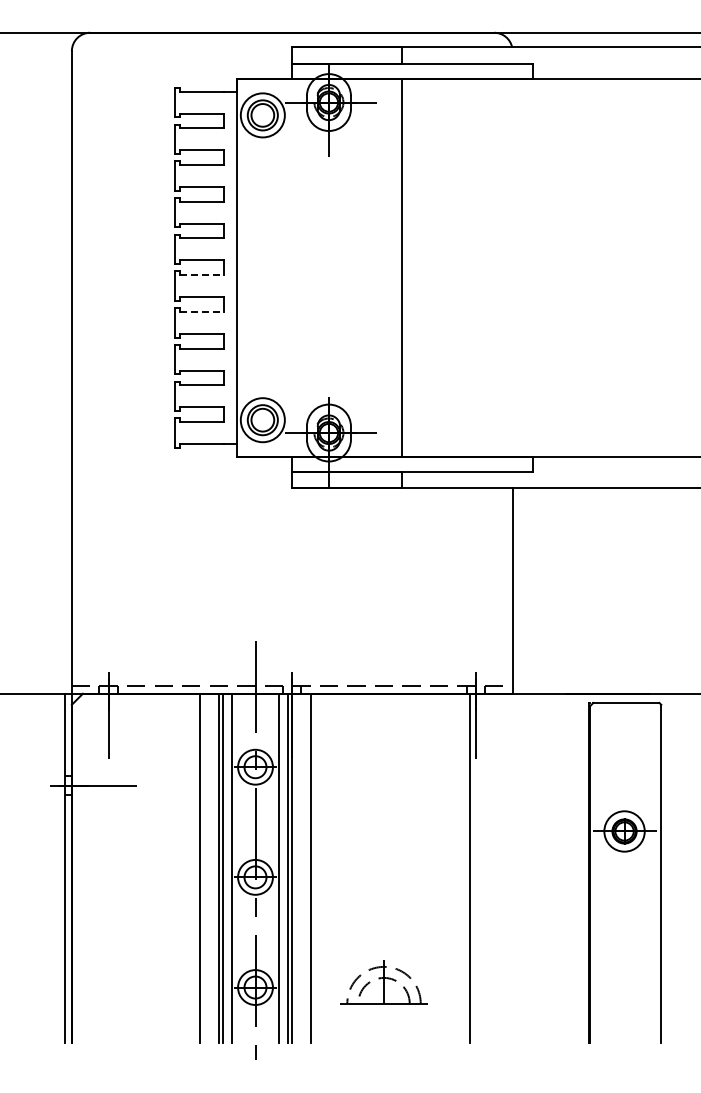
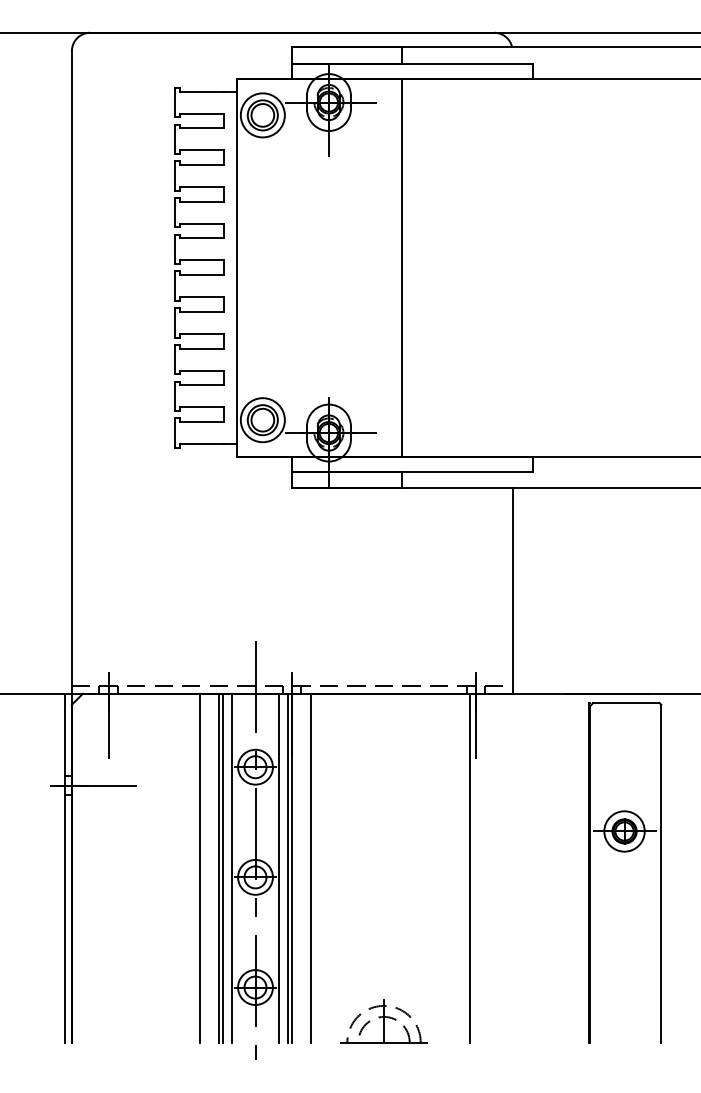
line at (202, 275): dashed -> solid
line at (202, 311): dashed -> solid
part at (383, 982) position: (383, 982) -> (383, 1021)
